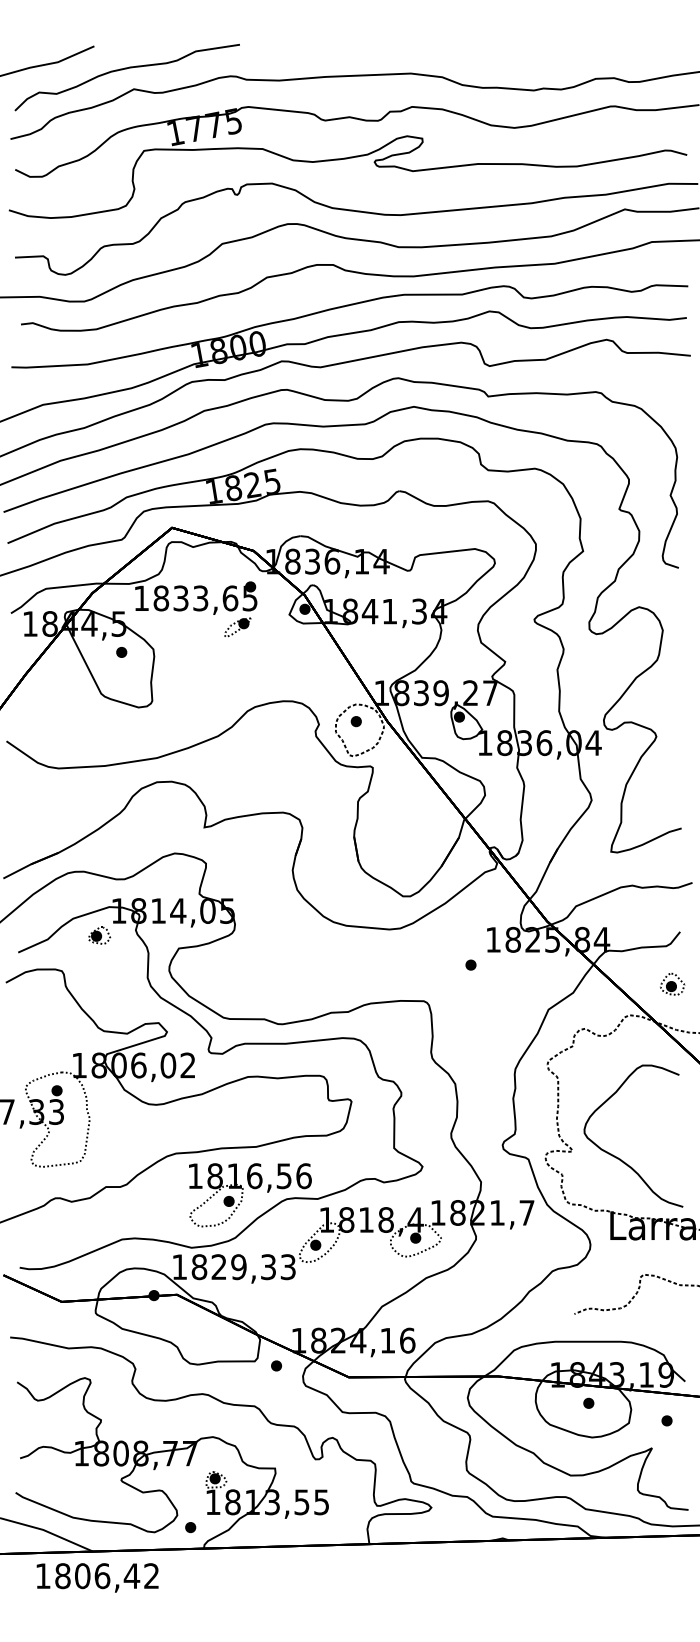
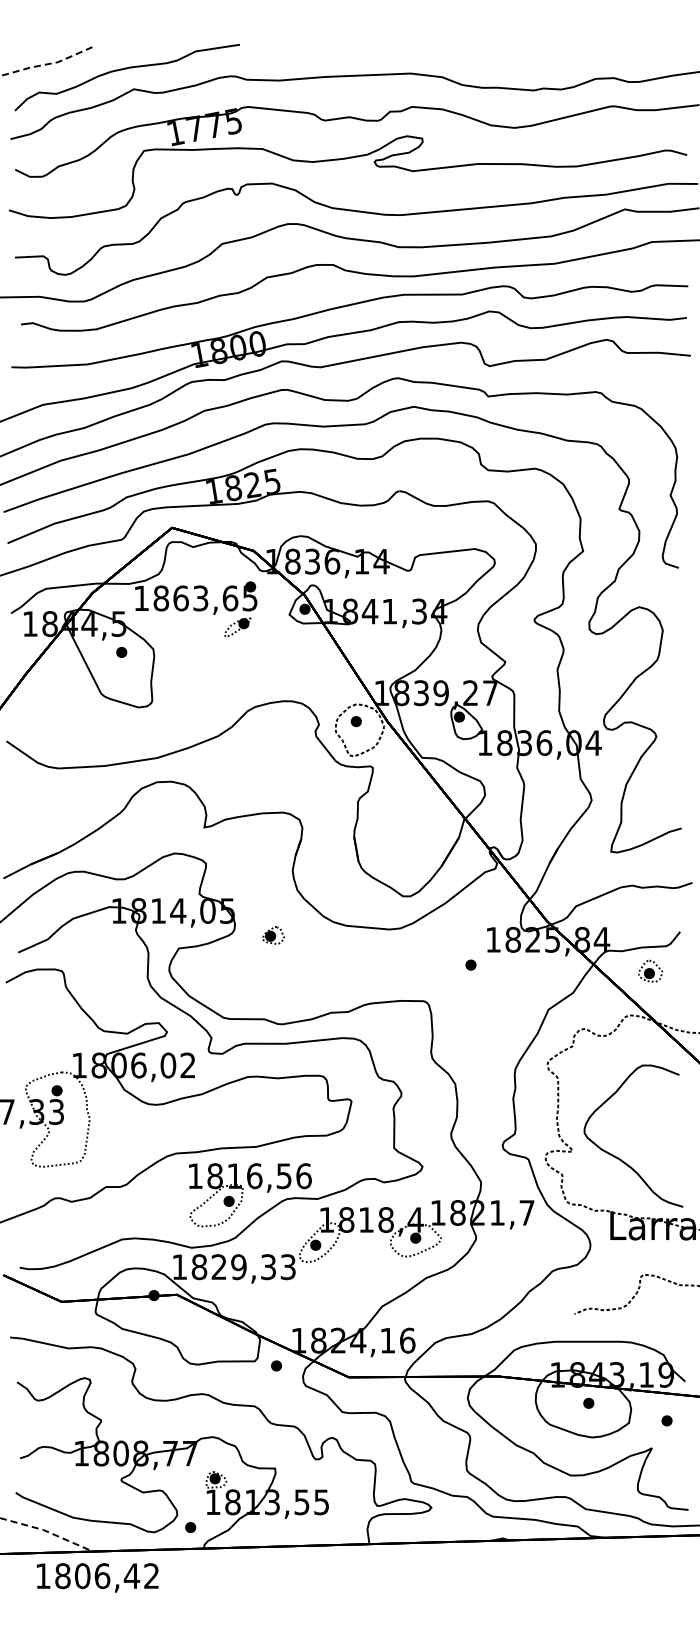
line at (48, 64): solid -> dashed
text at (180, 598): 1833,65 -> 1863,65
part at (99, 935) position: (99, 935) -> (273, 935)
part at (672, 983) position: (672, 983) -> (650, 970)
line at (47, 1531): solid -> dashed
